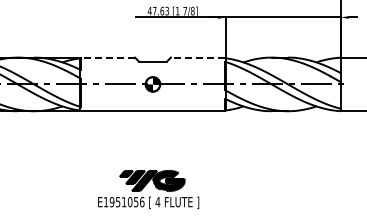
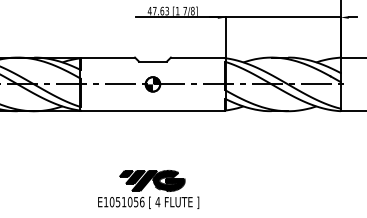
line at (108, 57): dashed -> solid
line at (197, 57): dashed -> solid
text at (111, 202): E1951056 -> E1051056
